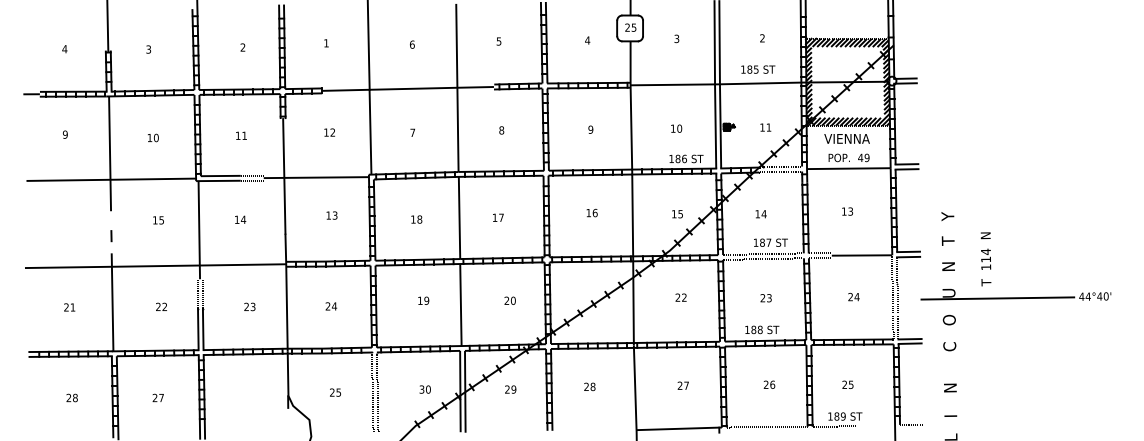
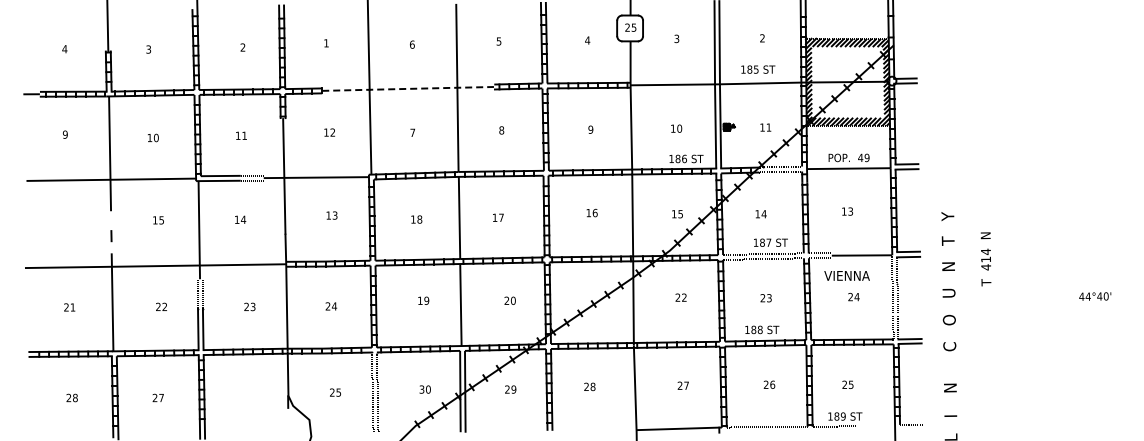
line at (409, 88): solid -> dashed
text at (846, 138) position: (846, 138) -> (846, 275)
text at (986, 267): 114 -> 414
line at (997, 298): present -> none
